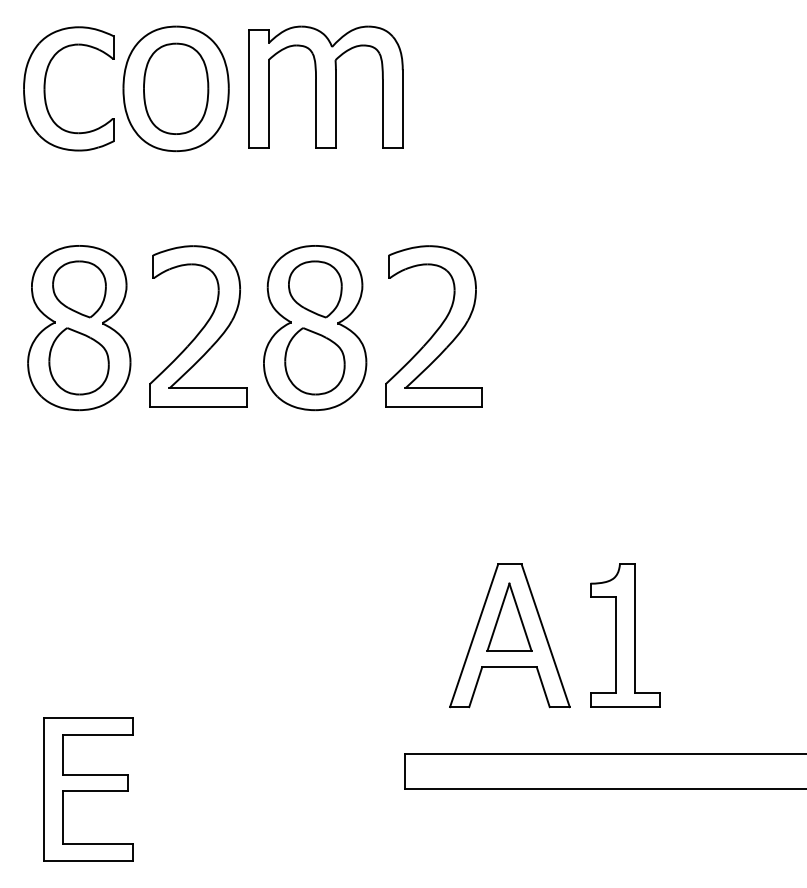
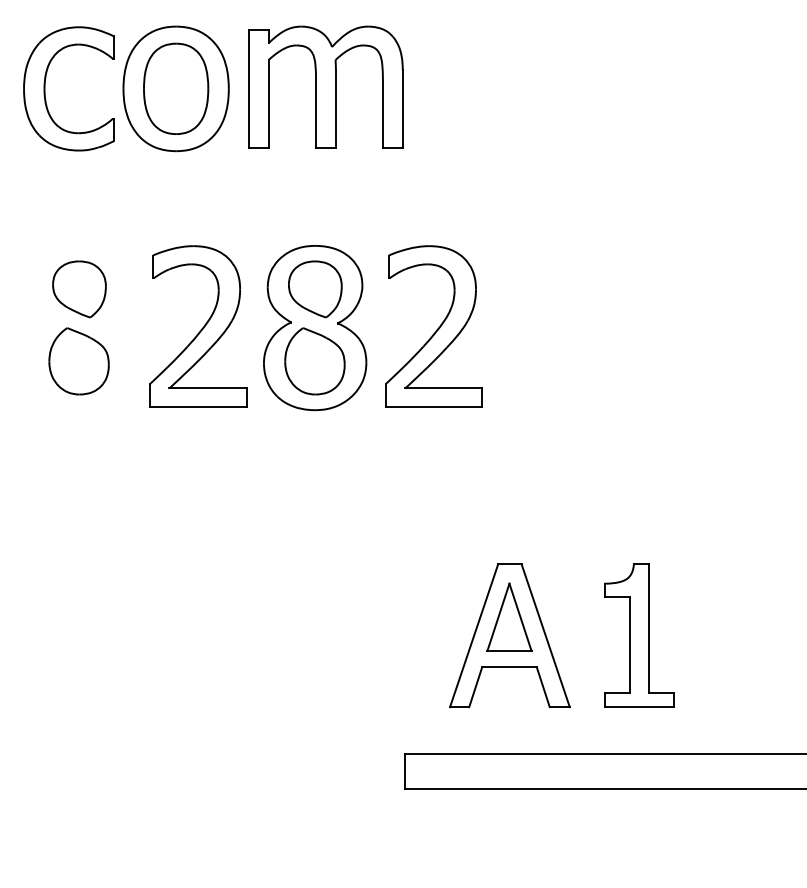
part at (79, 328): present -> none
part at (625, 635) position: (625, 635) -> (639, 635)
part at (88, 789): present -> none
